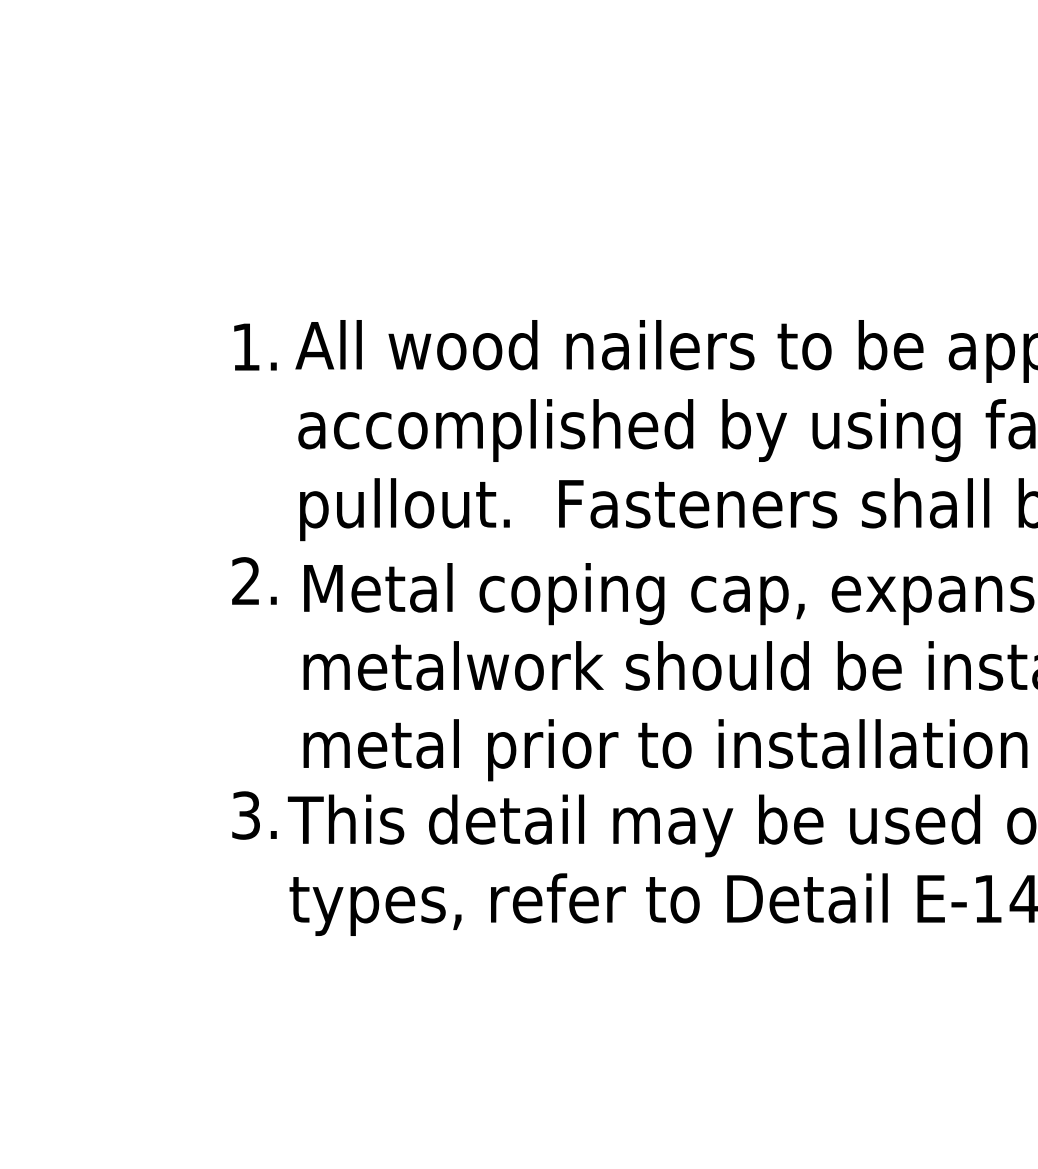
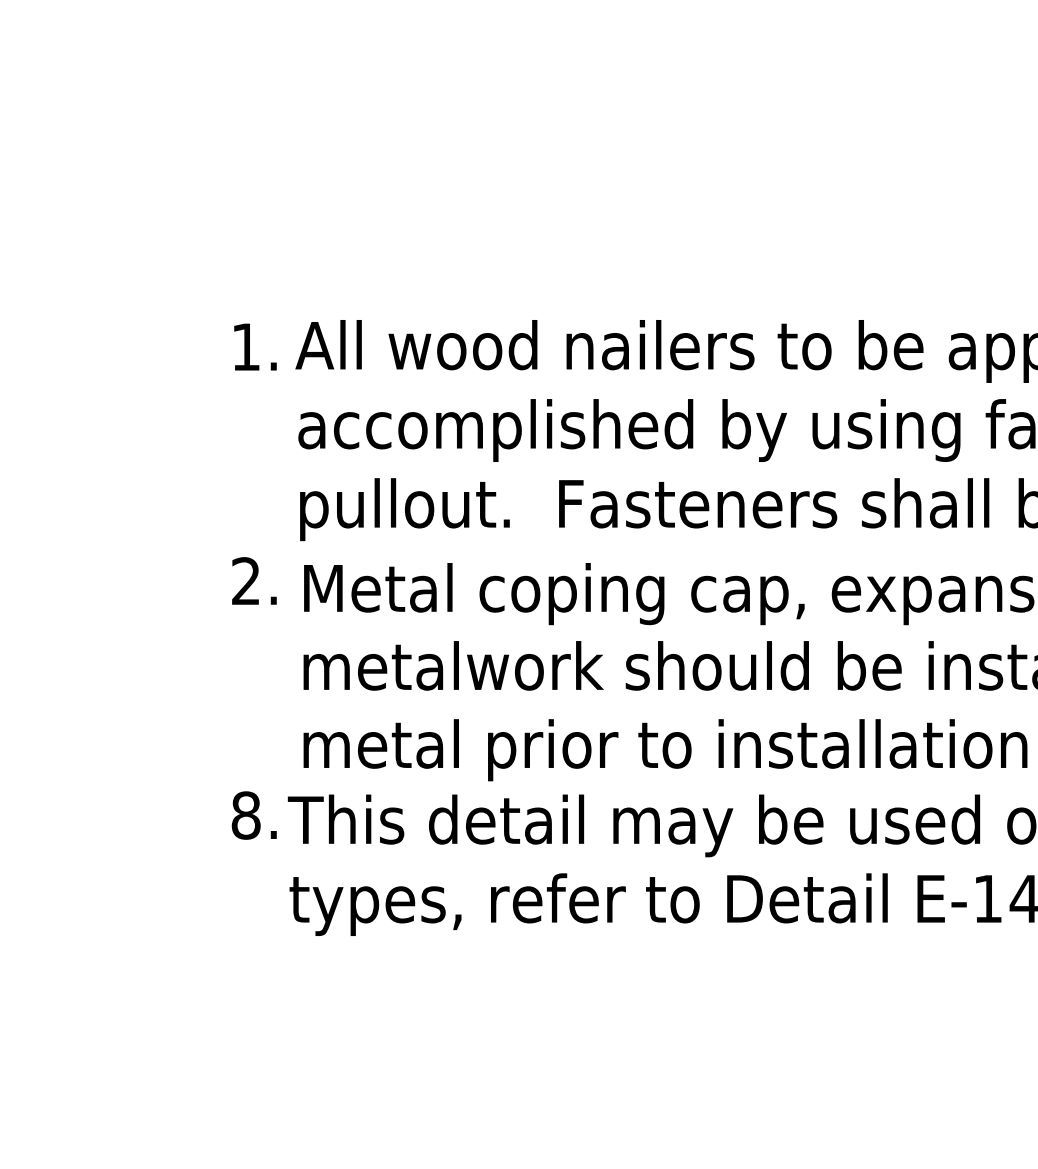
text at (245, 815): 3. -> 8.
